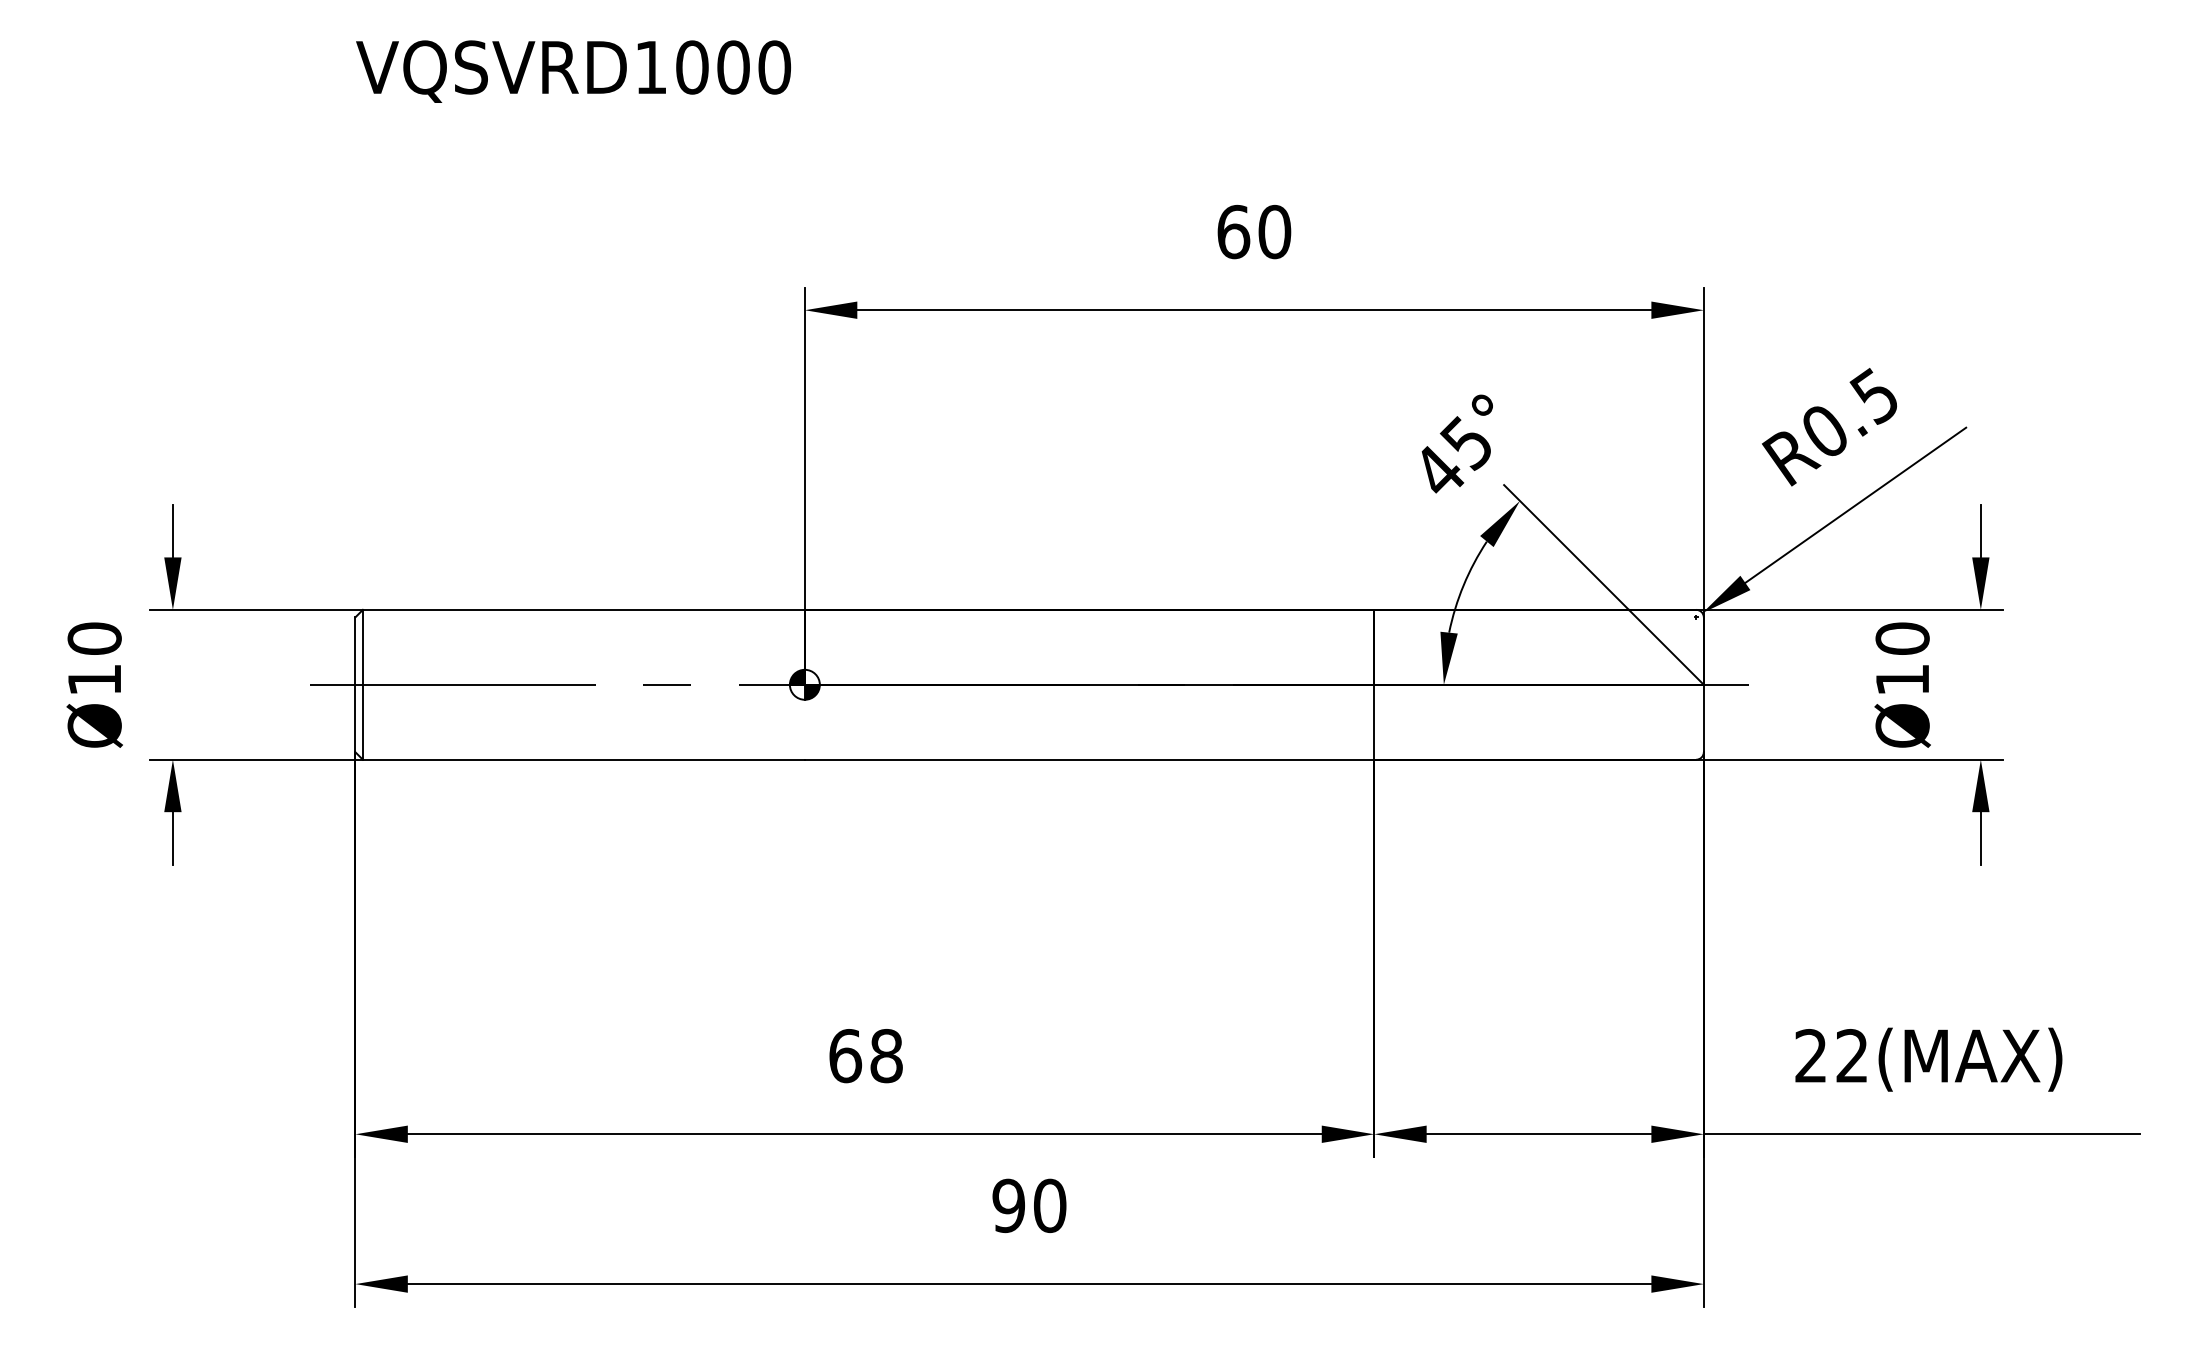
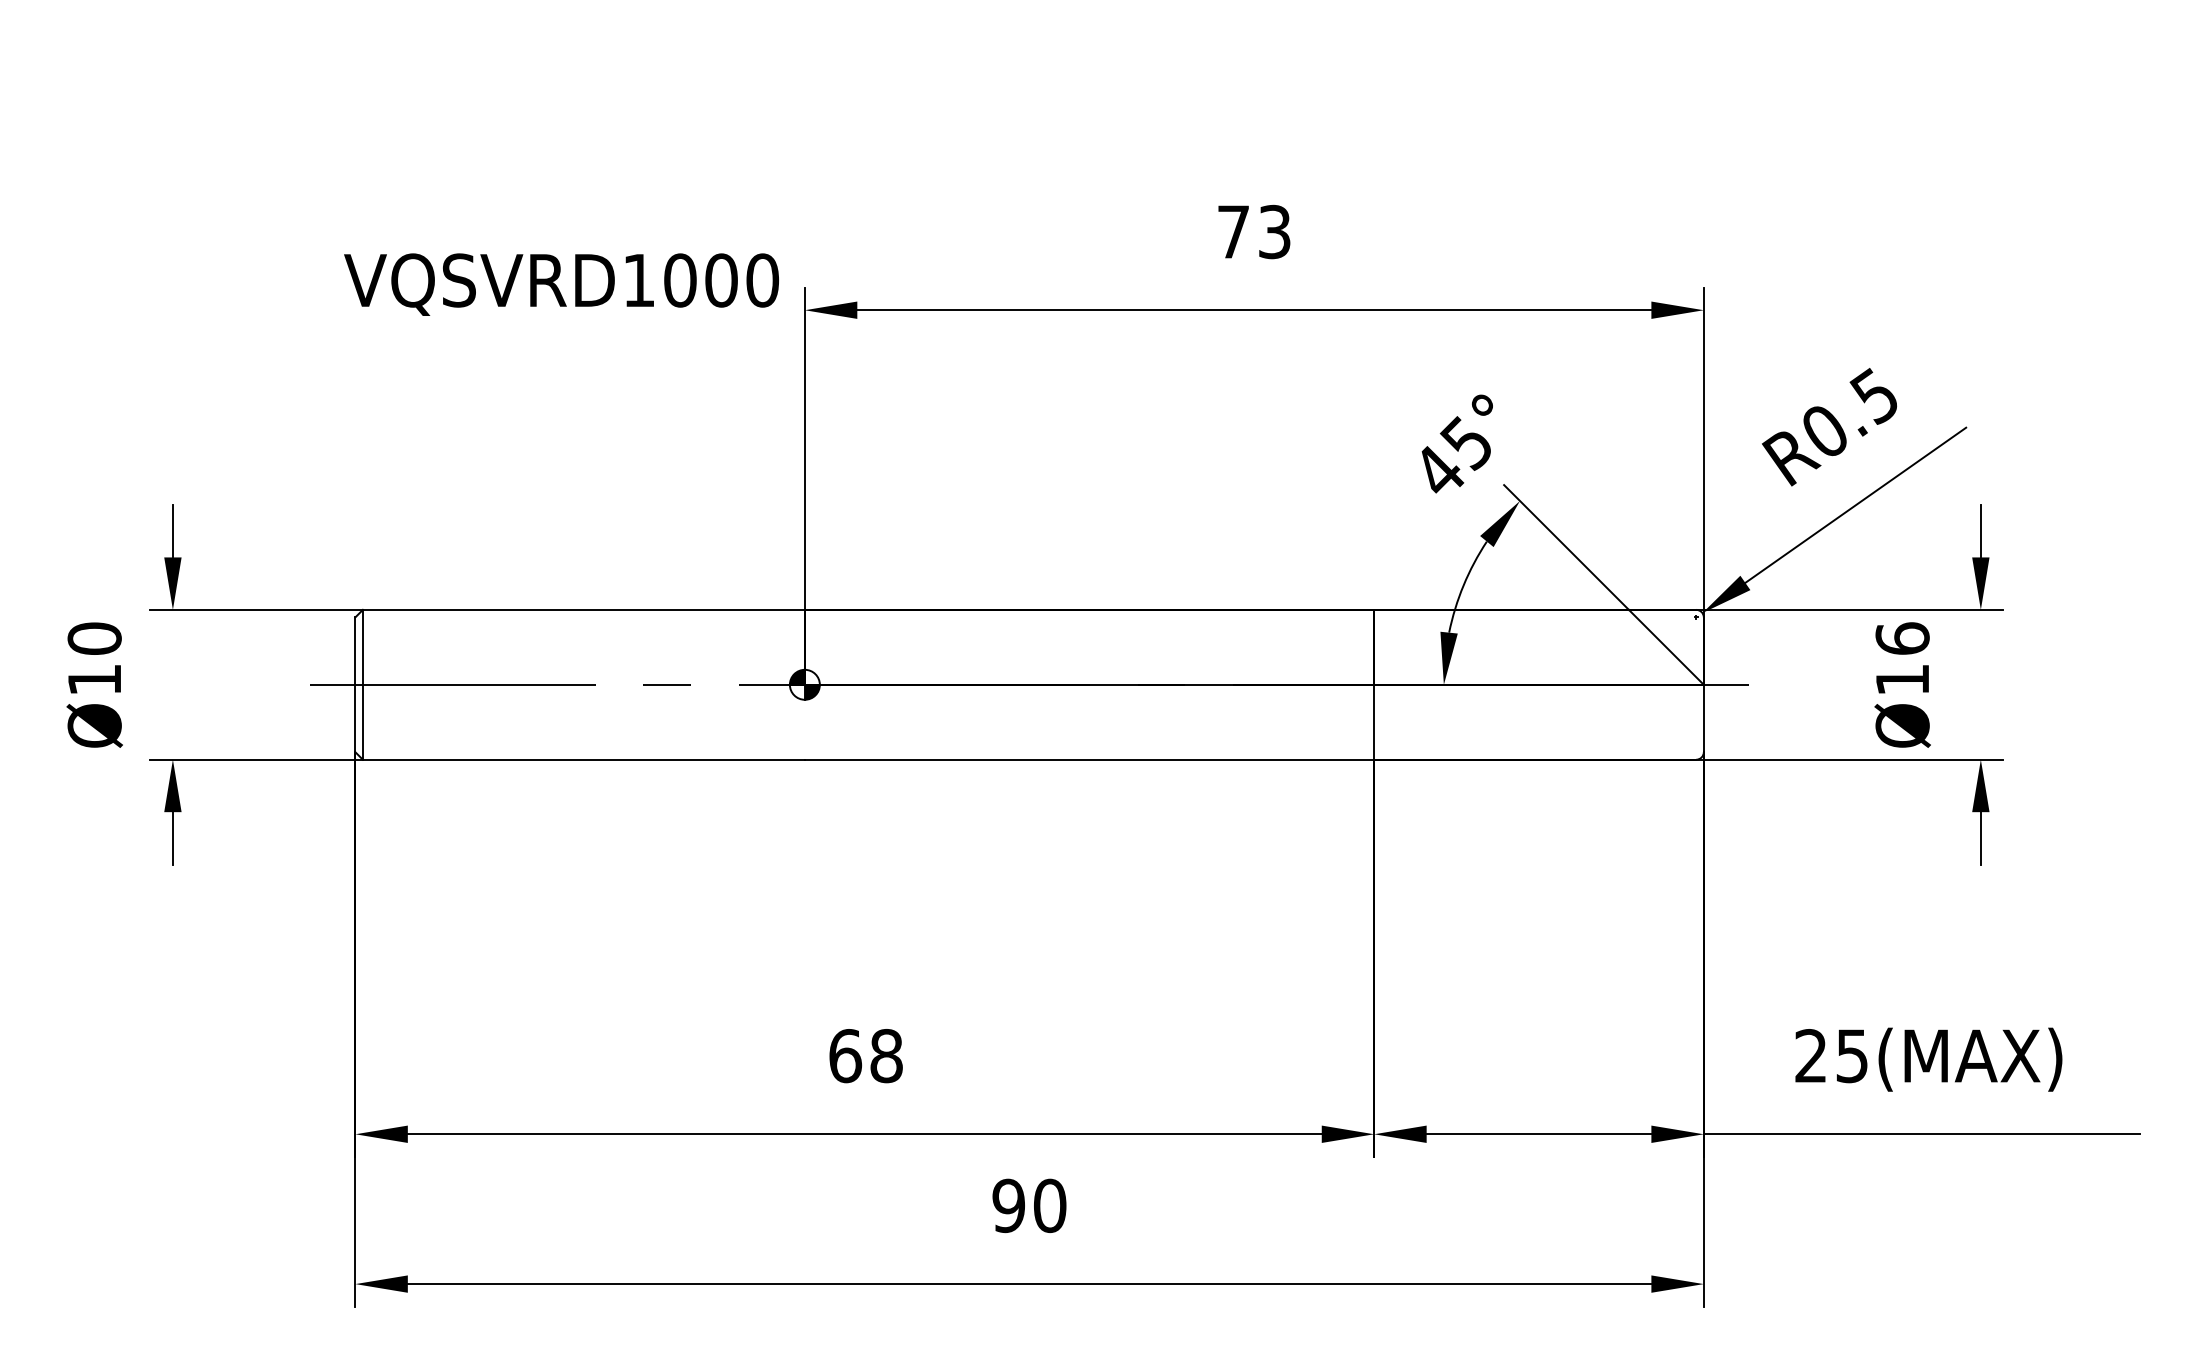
text at (573, 71) position: (573, 71) -> (561, 284)
text at (1254, 231): 60 -> 73
text at (1902, 638): Ø10 -> Ø16
text at (1851, 1056): 22(MAX) -> 25(MAX)
